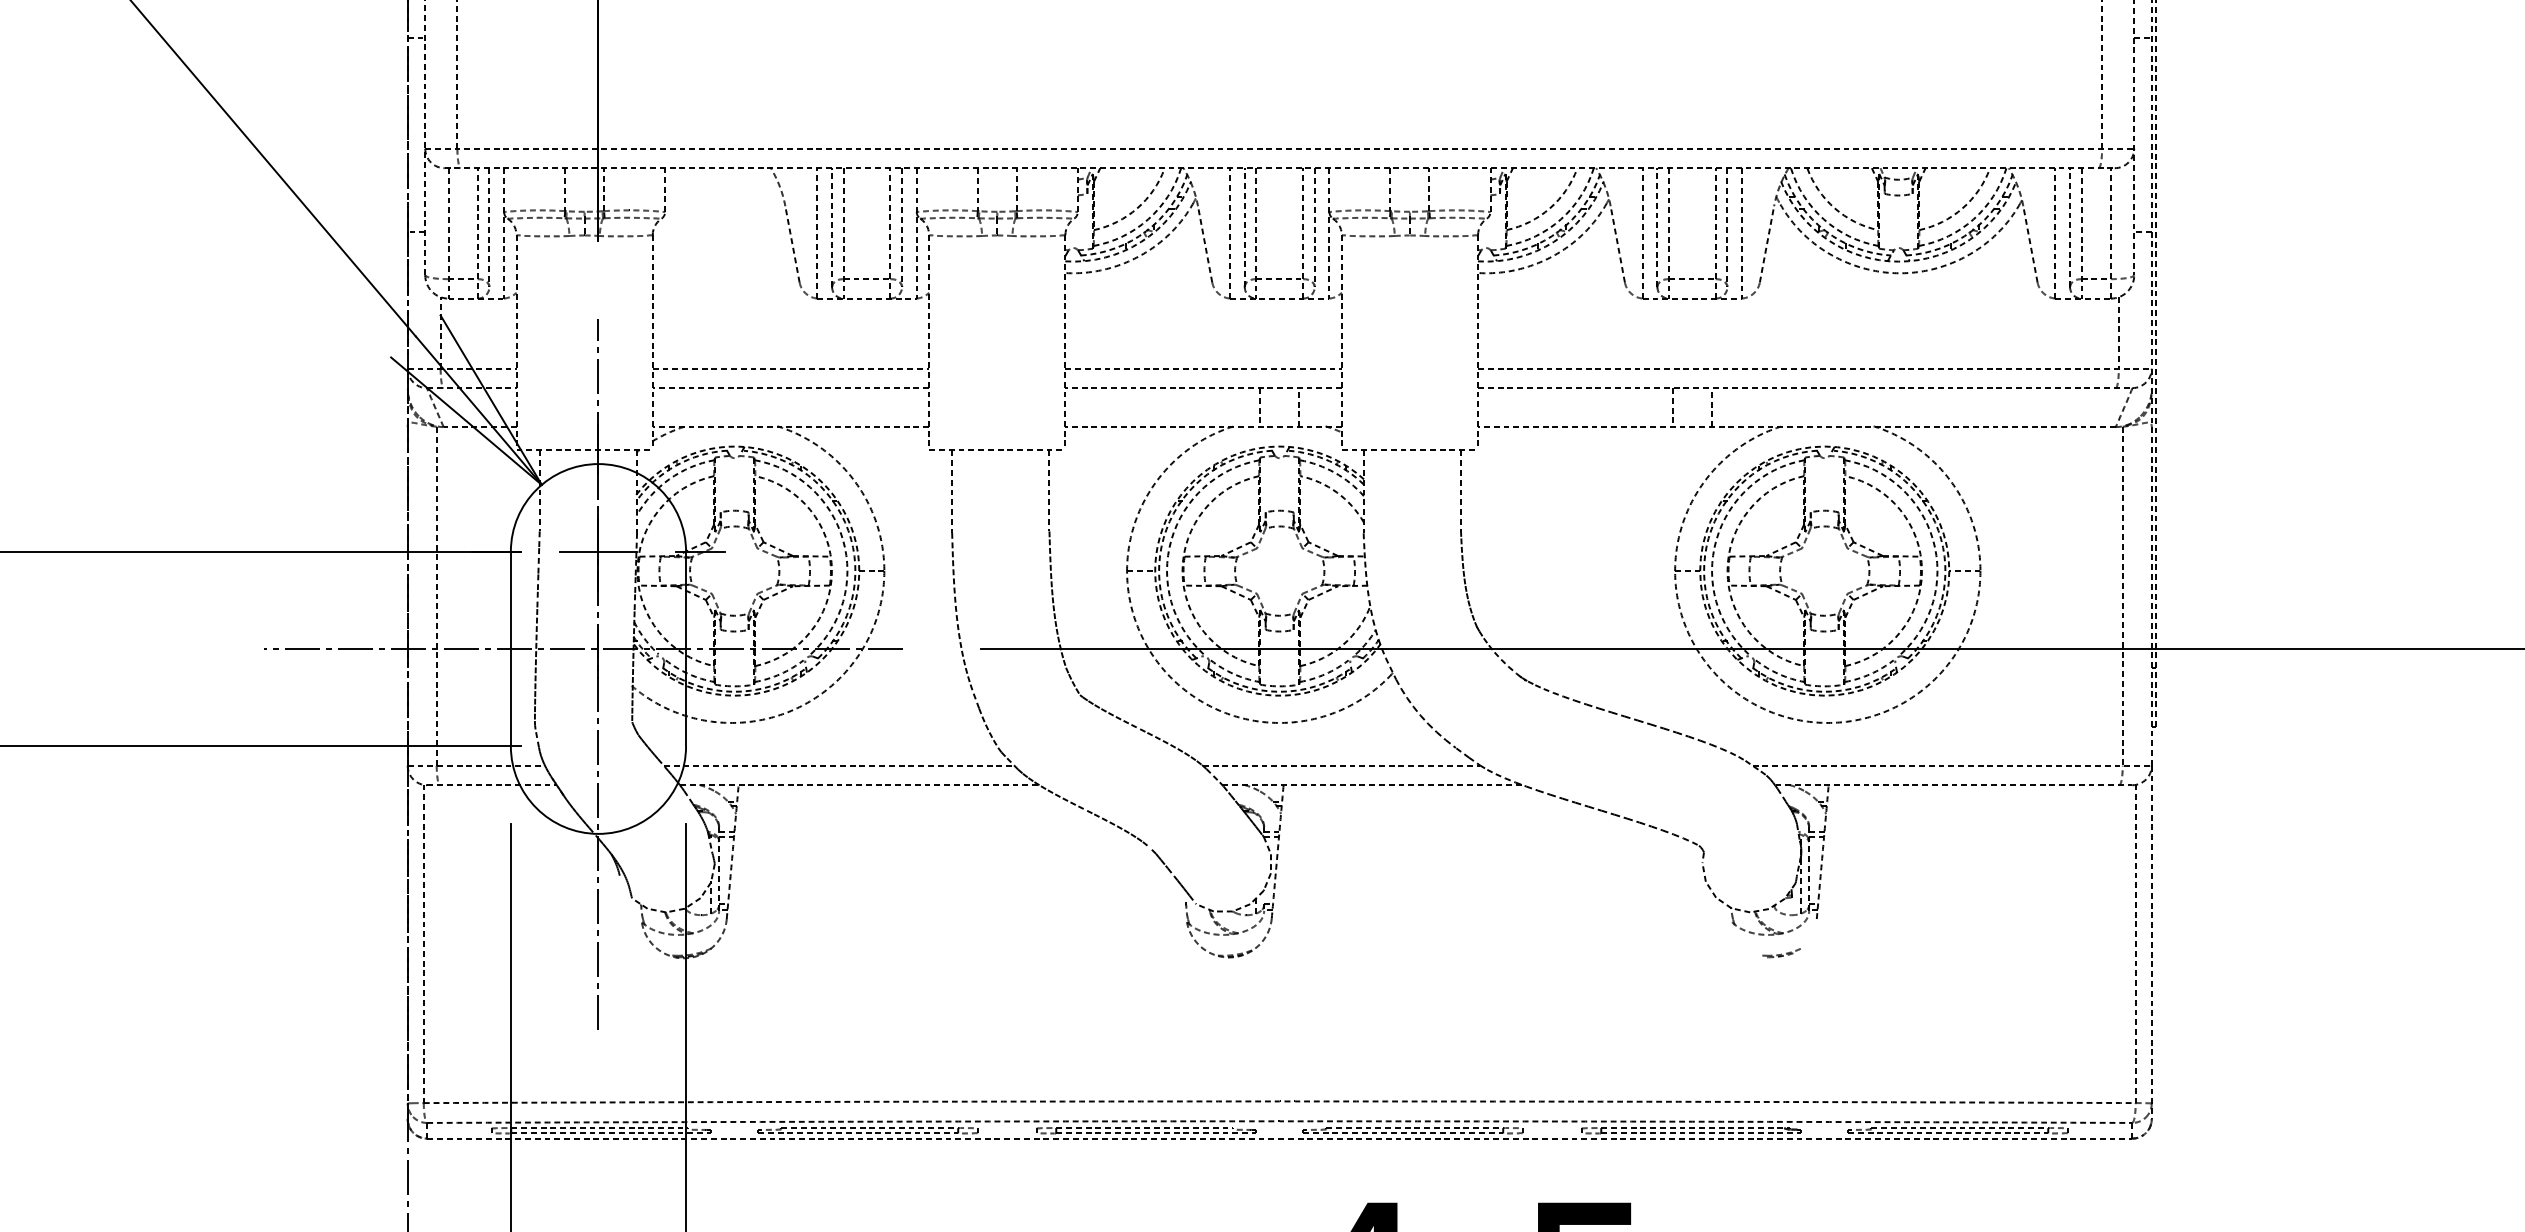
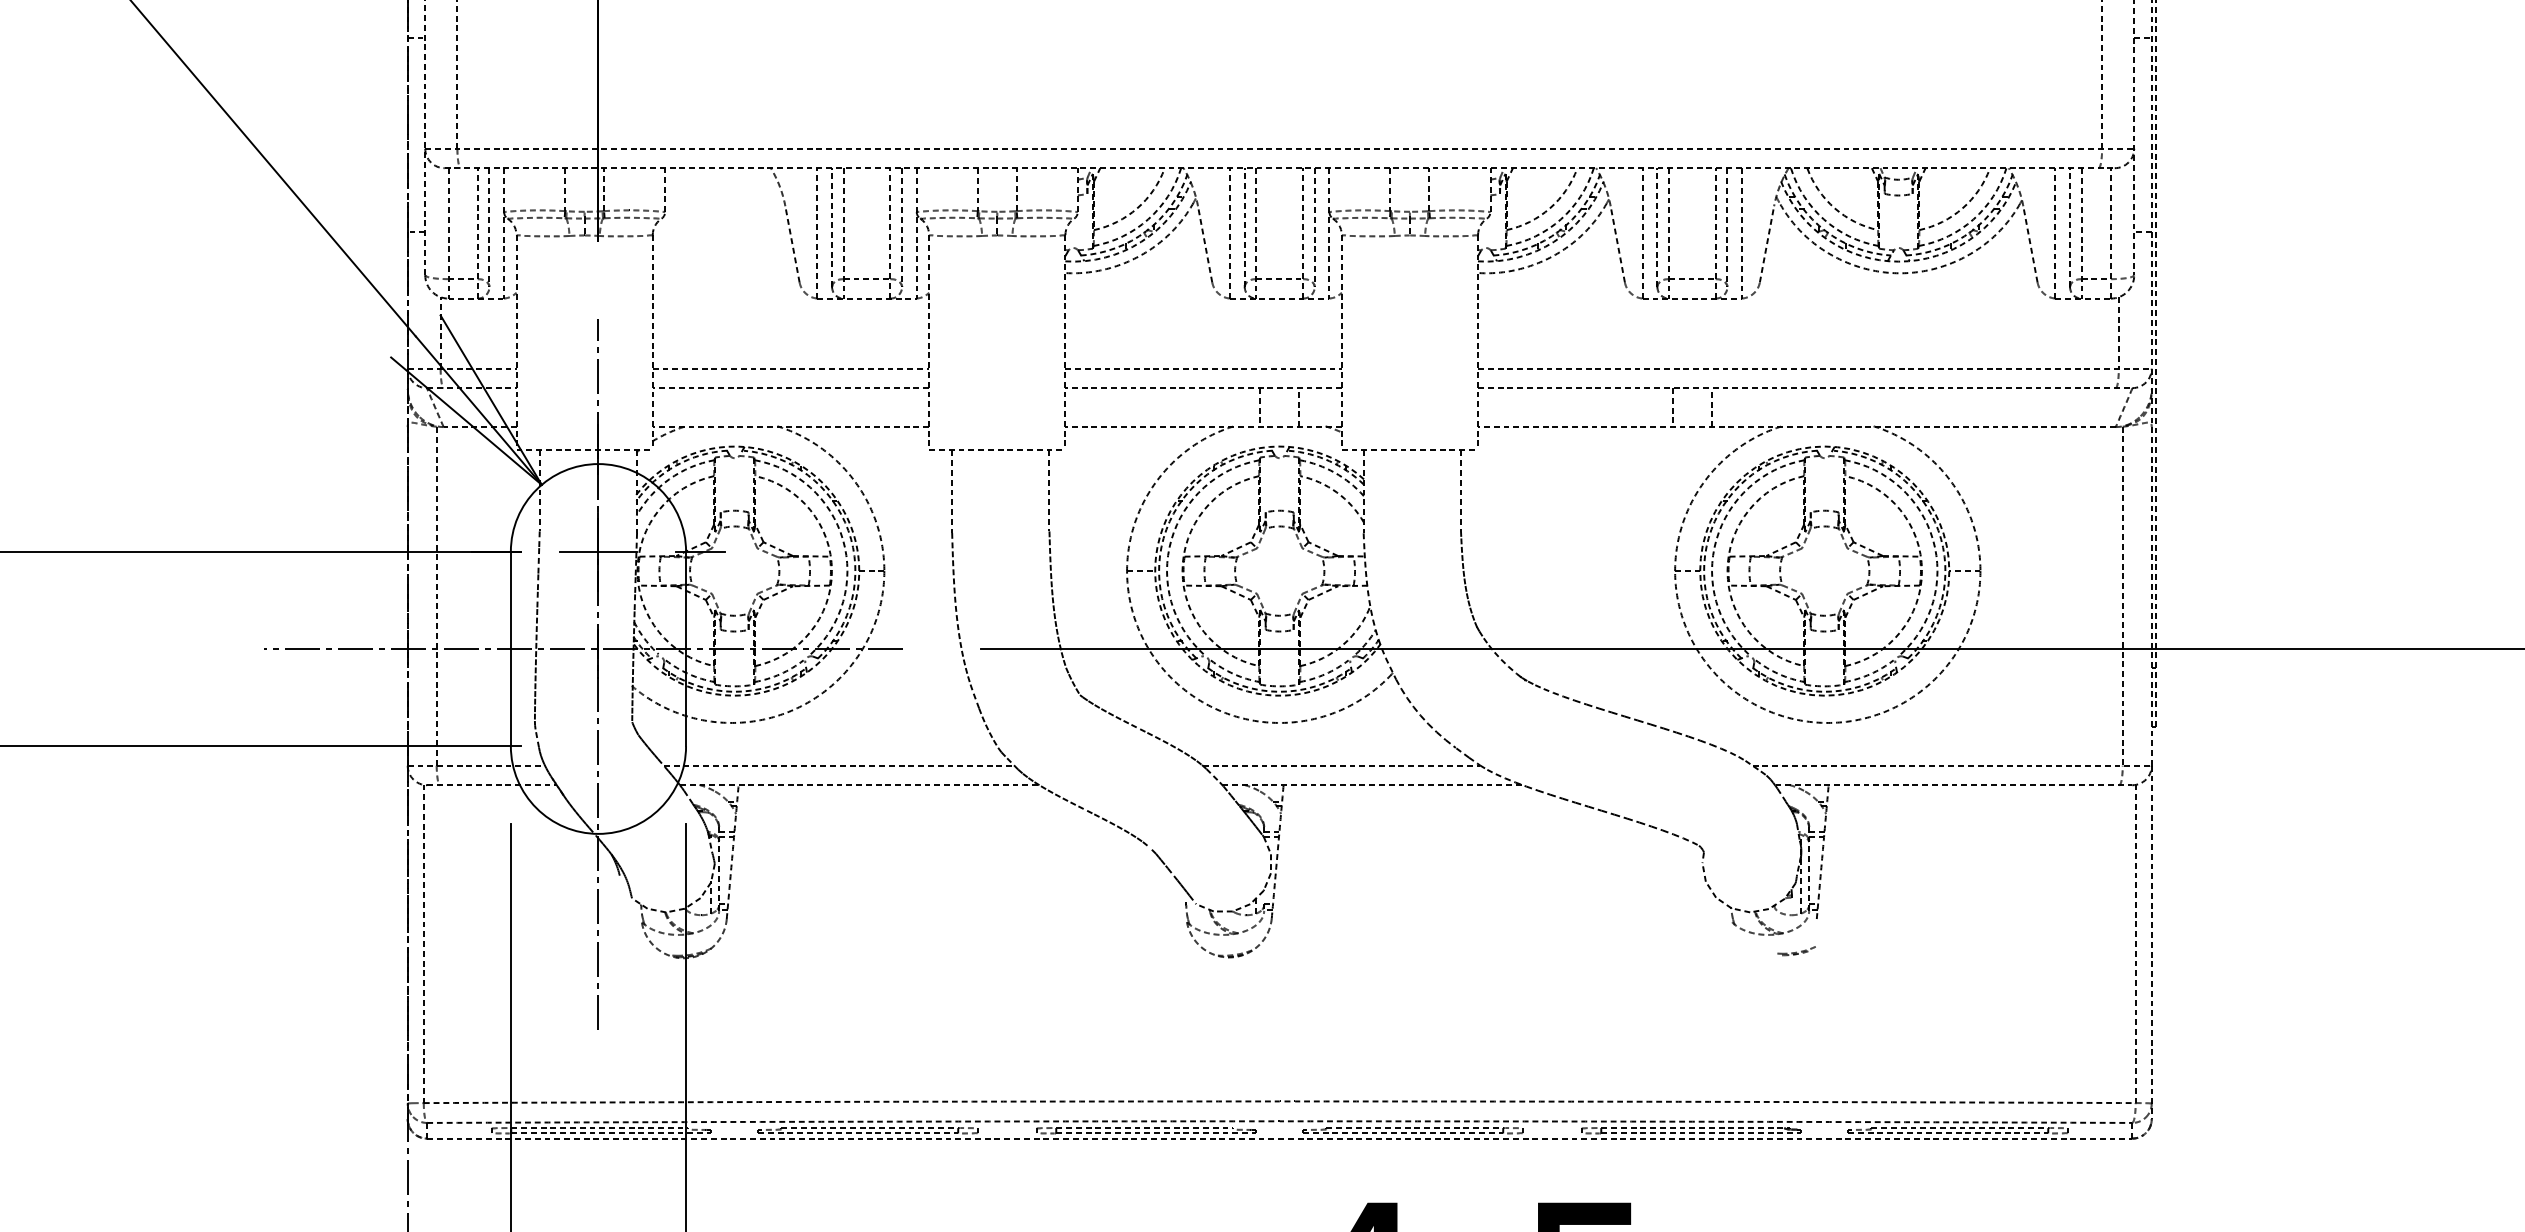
part at (1781, 953) position: (1781, 953) -> (1796, 951)
